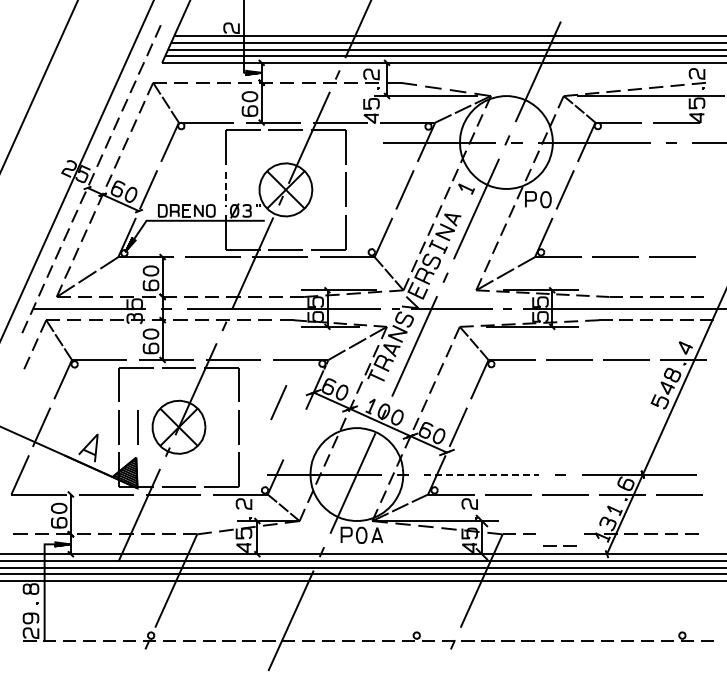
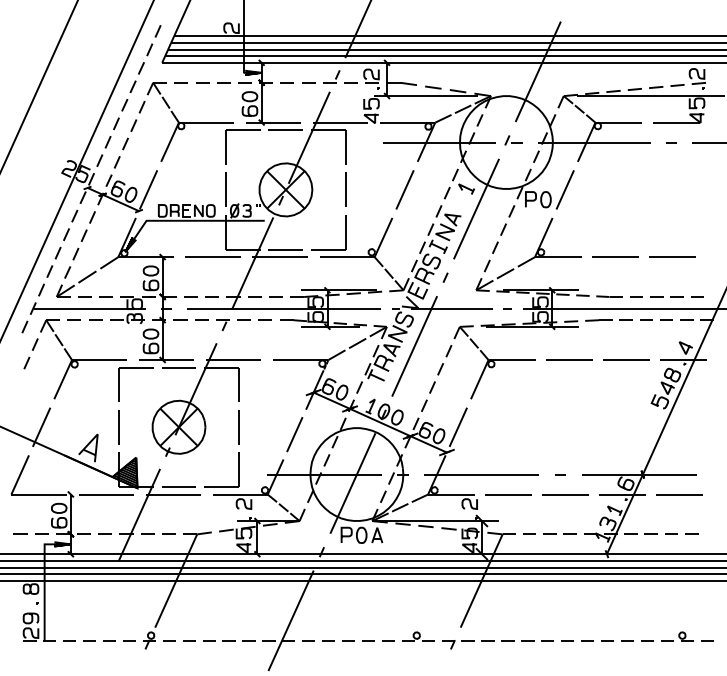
line at (226, 190): dashed -> solid
line at (278, 402) position: (278, 402) -> (294, 434)
line at (137, 427): present -> none
line at (481, 474): dashed -> solid
line at (556, 545) position: (556, 545) -> (556, 533)
